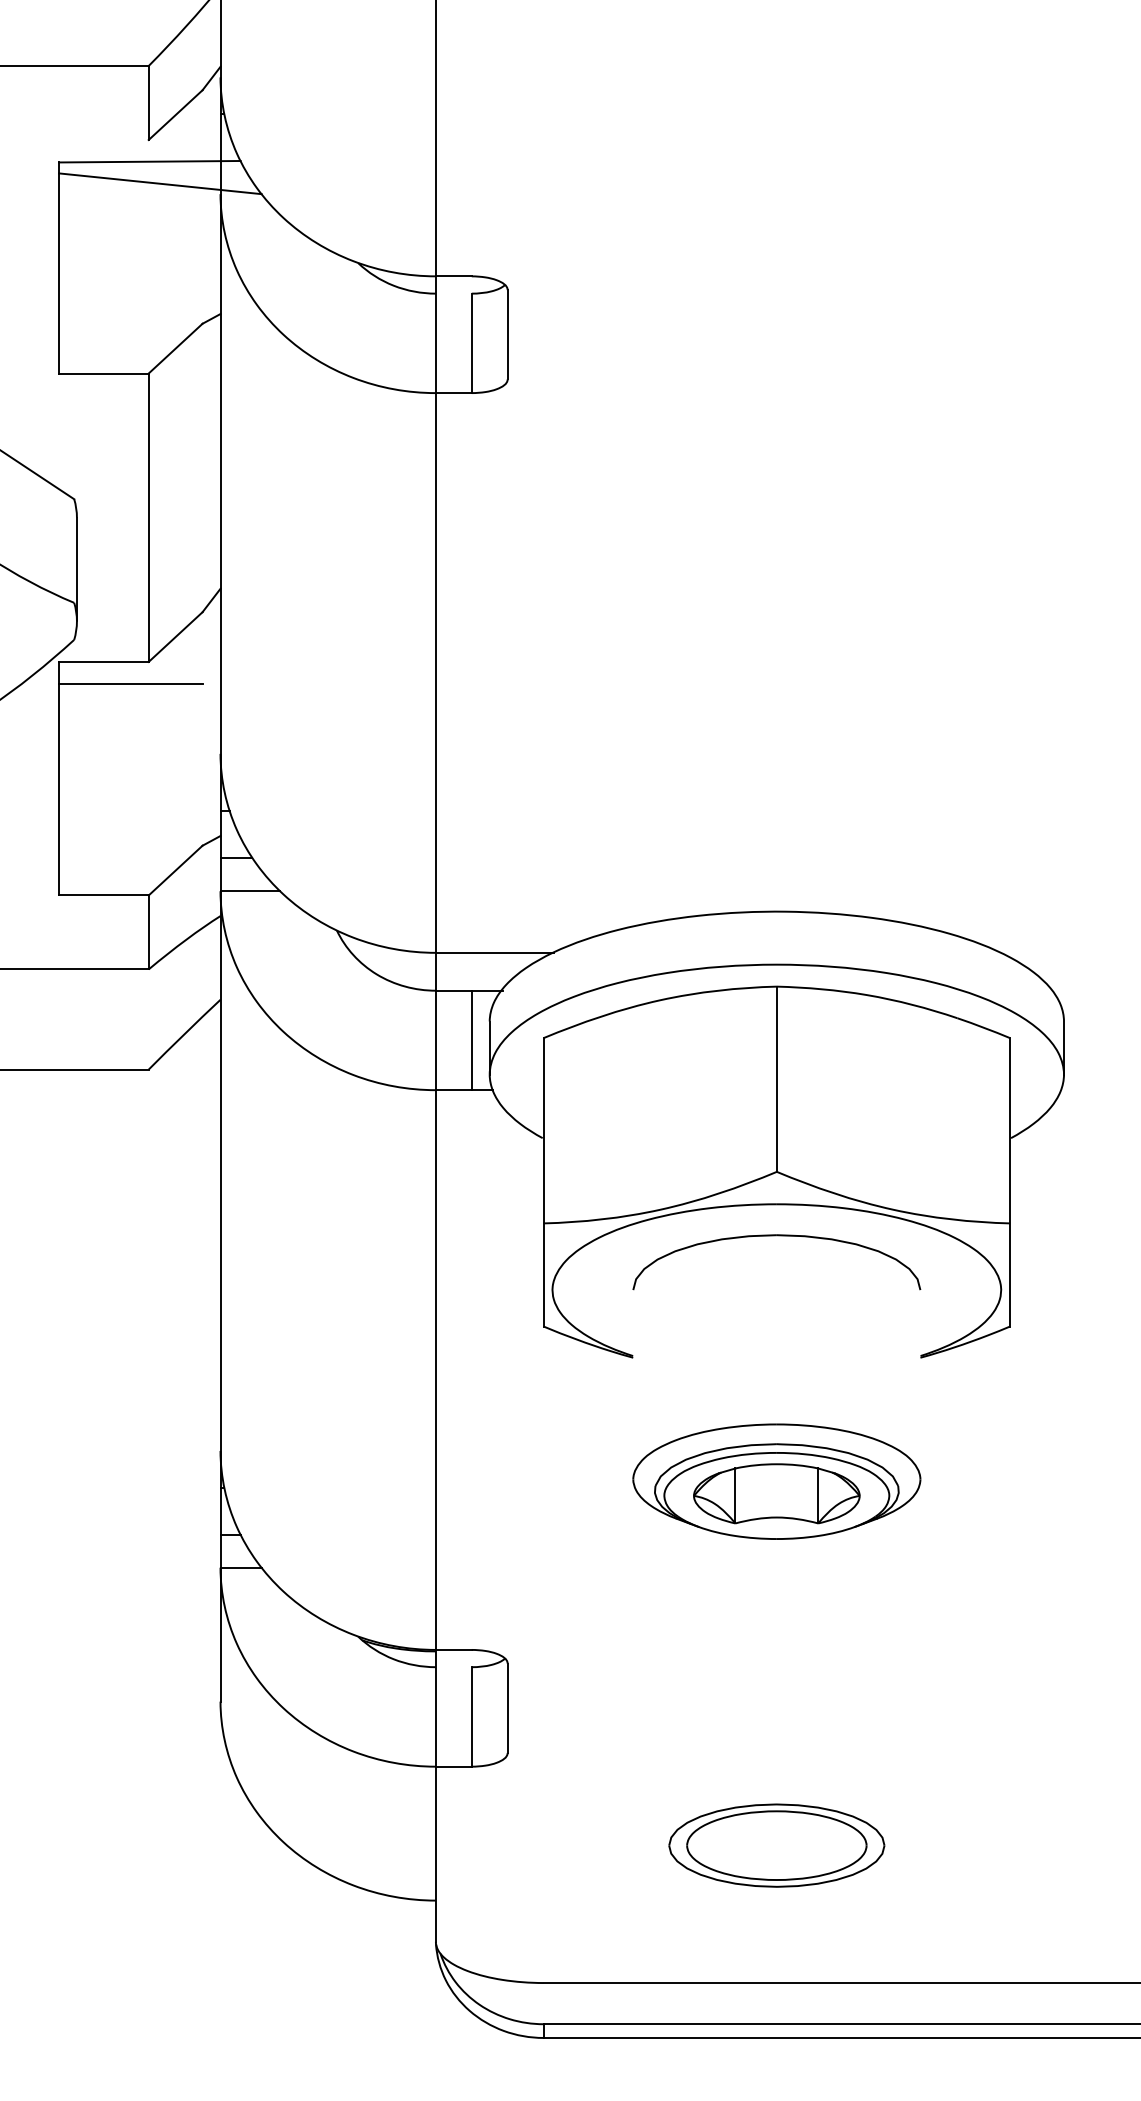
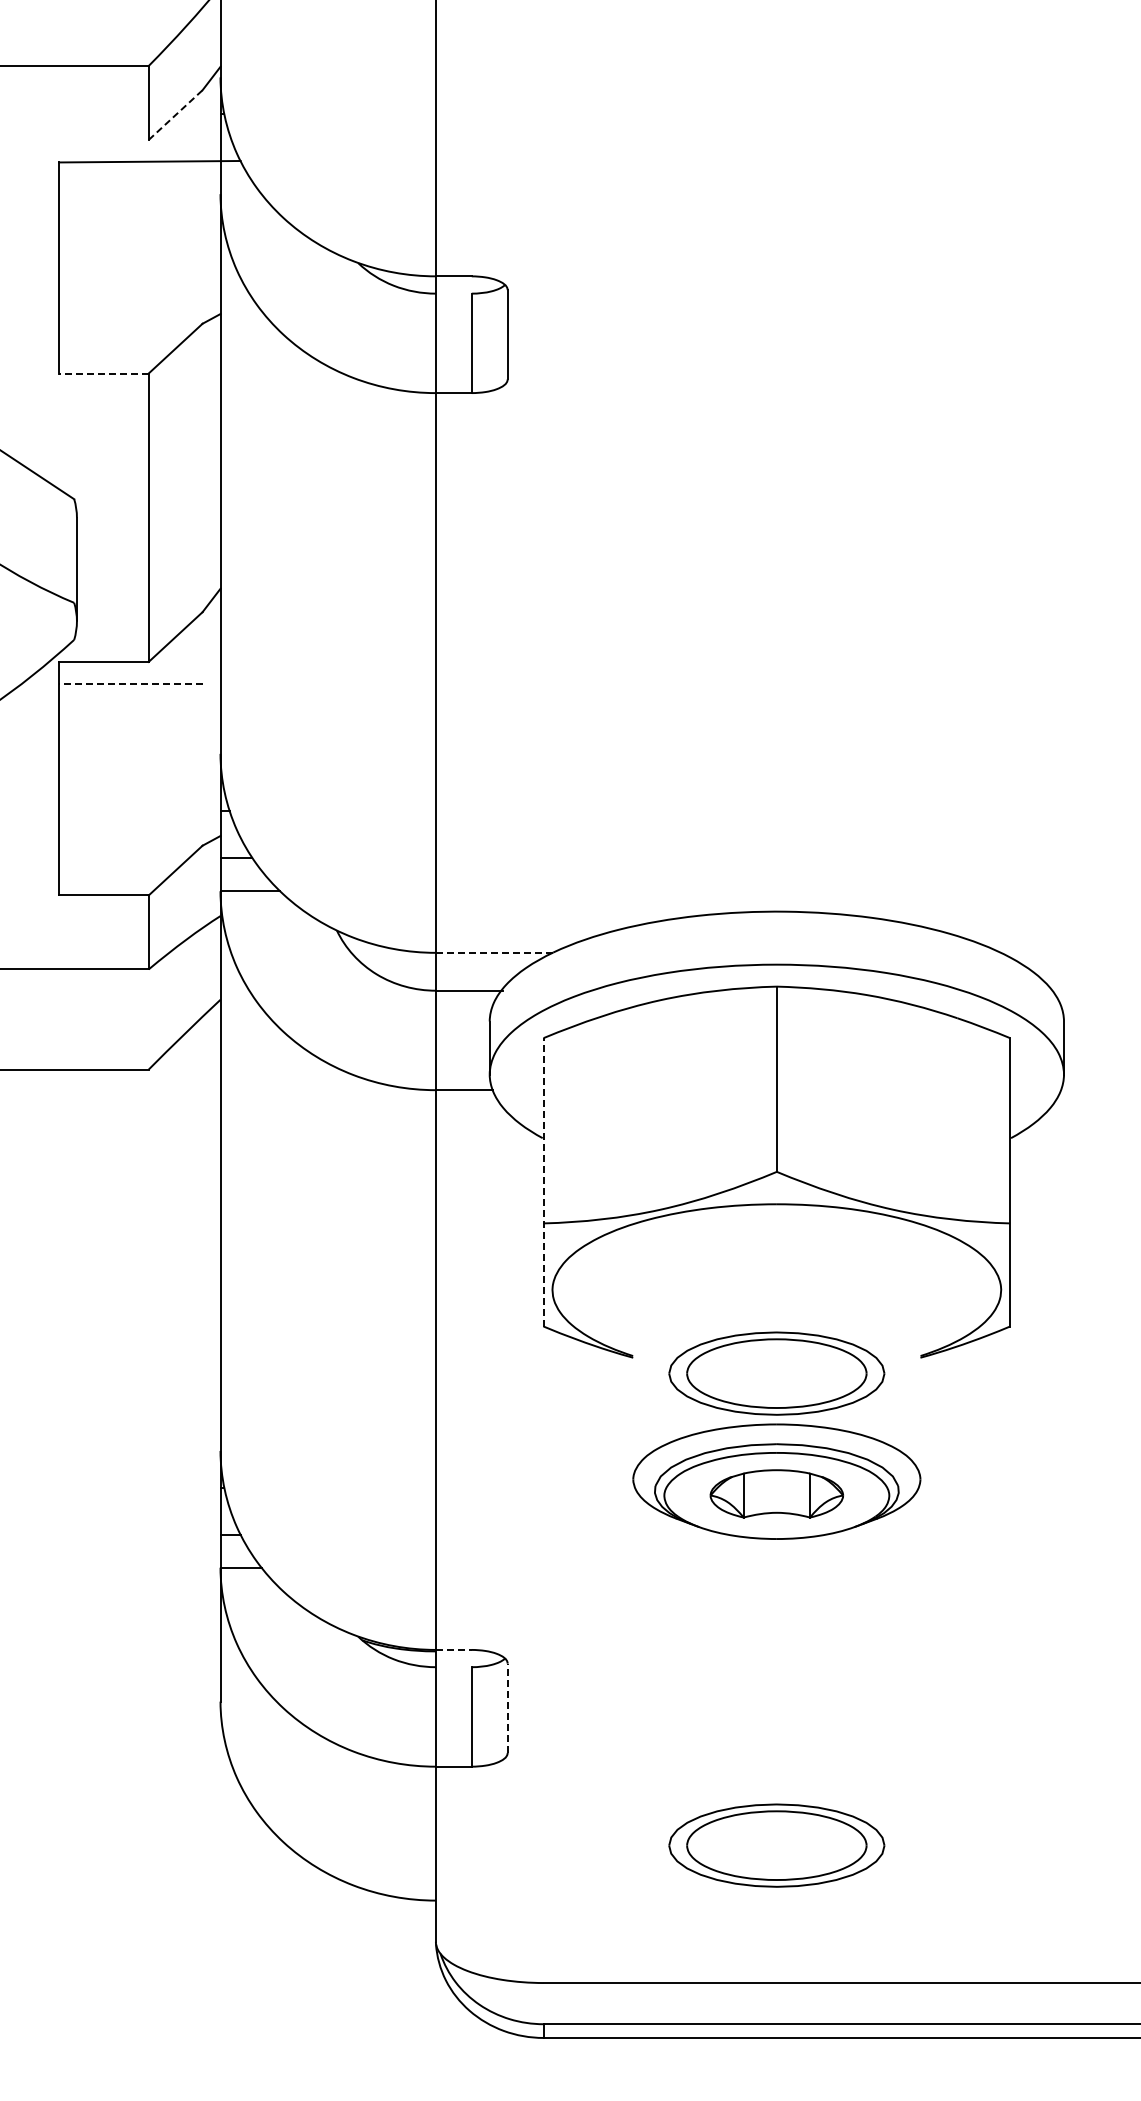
line at (175, 115): solid -> dashed
line at (160, 183): present -> none
line at (103, 373): solid -> dashed
line at (130, 684): solid -> dashed
line at (495, 952): solid -> dashed
line at (471, 1040): present -> none
line at (543, 1181): solid -> dashed
part at (776, 1236): present -> none
part at (776, 1373): none -> present
part at (776, 1493) size: 168x62 px -> 135x50 px
line at (453, 1649): solid -> dashed
line at (507, 1708): solid -> dashed
